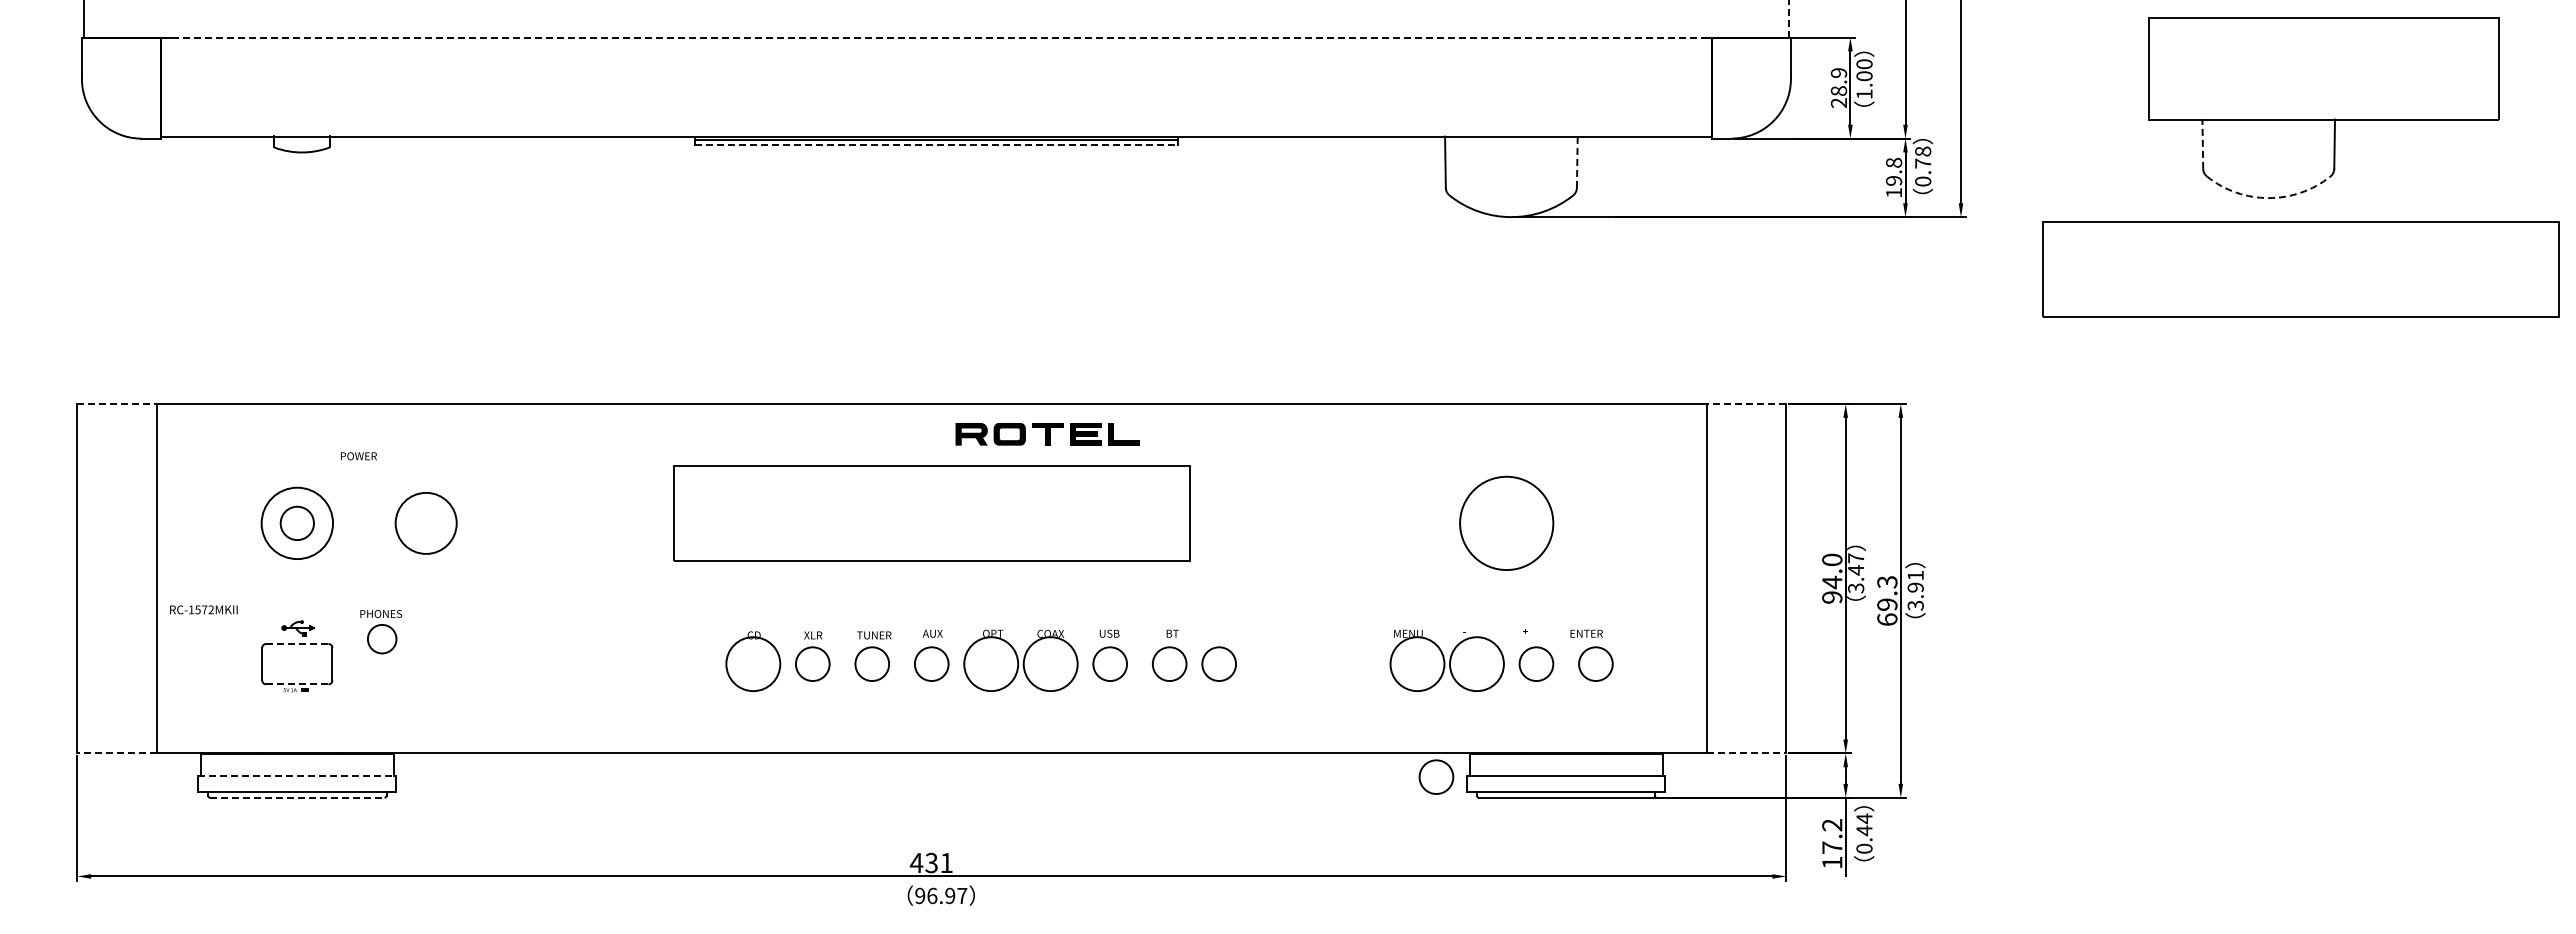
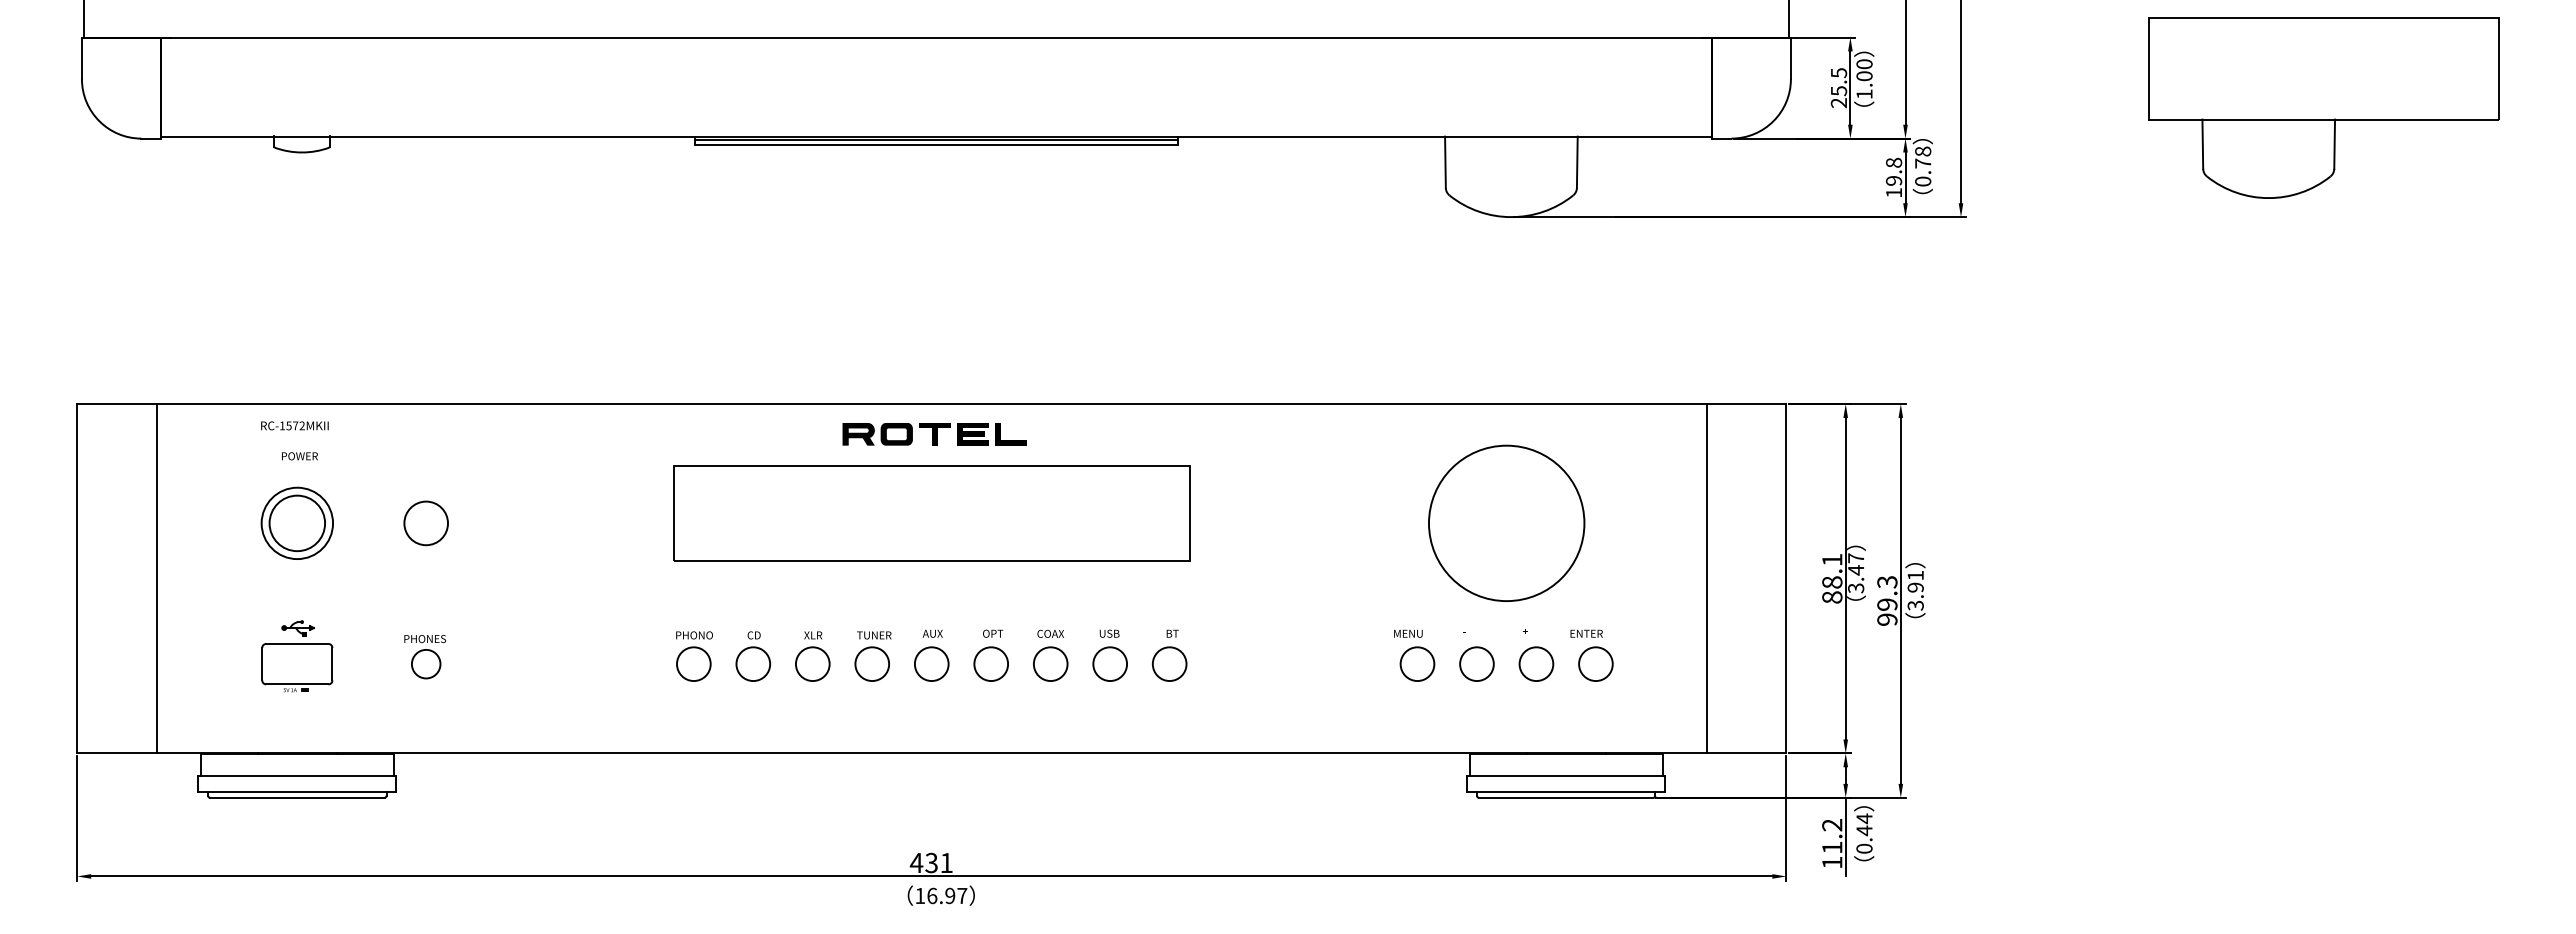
line at (1788, 18): dashed -> solid
line at (936, 37): dashed -> solid
text at (1838, 82): 28.9 -> 25.5
line at (936, 144): dashed -> solid
line at (2202, 144): dashed -> solid
line at (1577, 162): dashed -> solid
arc at (2268, 198): dashed -> solid
part at (2300, 269): present -> none
line at (116, 404): dashed -> solid
line at (1746, 404): dashed -> solid
part at (1047, 434) position: (1047, 434) -> (934, 434)
text at (358, 456) position: (358, 456) -> (299, 456)
circle at (425, 522) diameter: 61 px -> 44 px
circle at (296, 523) diameter: 33 px -> 56 px
circle at (1506, 523) diameter: 93 px -> 155 px
text at (1832, 578): 94.0 -> 88.1
text at (203, 609) position: (203, 609) -> (294, 425)
text at (1887, 619): 69.3 -> 99.3
part at (381, 632) position: (381, 632) -> (425, 657)
line at (296, 643): dashed -> solid
part at (694, 656): none -> present
circle at (1218, 663): present -> none
circle at (753, 664) diameter: 54 px -> 34 px
circle at (991, 664) diameter: 54 px -> 34 px
circle at (1050, 664) diameter: 54 px -> 34 px
circle at (1417, 664) diameter: 54 px -> 34 px
circle at (1476, 664) diameter: 54 px -> 34 px
line at (296, 684): dashed -> solid
line at (116, 753): dashed -> solid
line at (1746, 753): dashed -> solid
line at (297, 775): dashed -> solid
circle at (1436, 776): present -> none
line at (297, 797): dashed -> solid
text at (1832, 847): 17.2 -> 11.2
text at (920, 895): 96.97 -> 16.97
